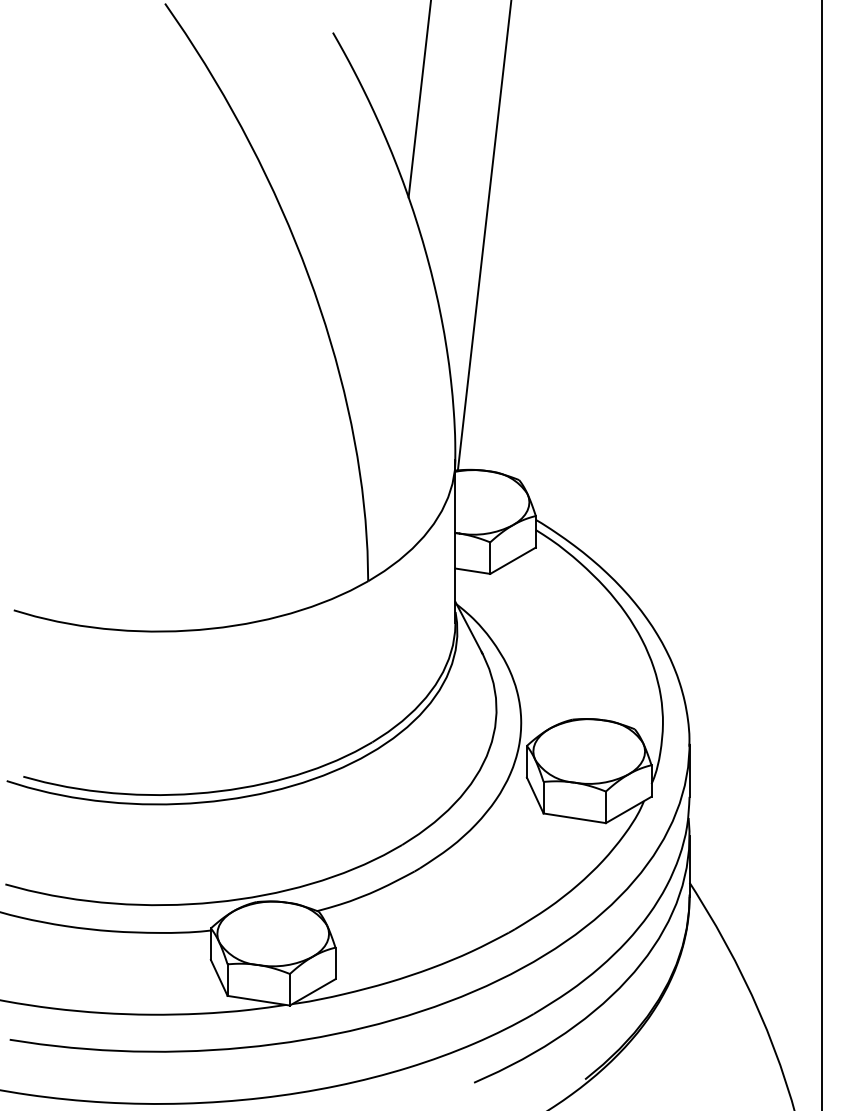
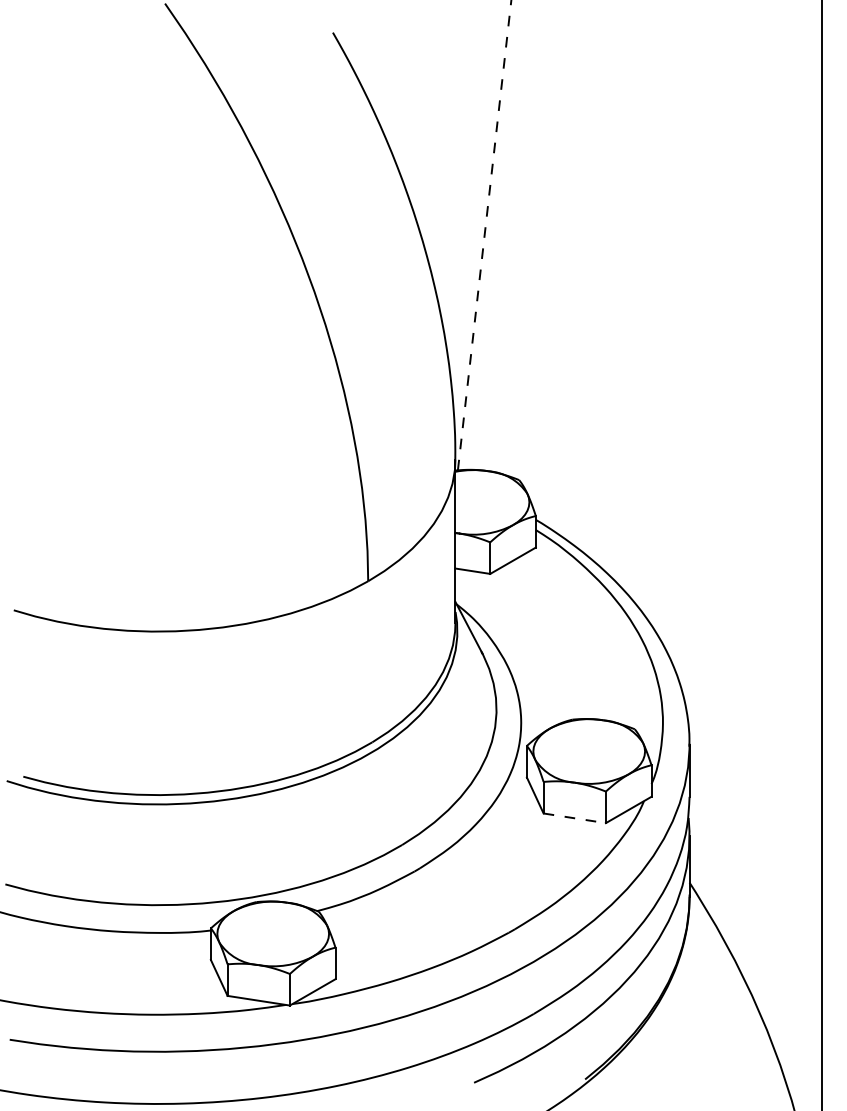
line at (419, 99): present -> none
line at (484, 235): solid -> dashed
line at (574, 818): solid -> dashed
